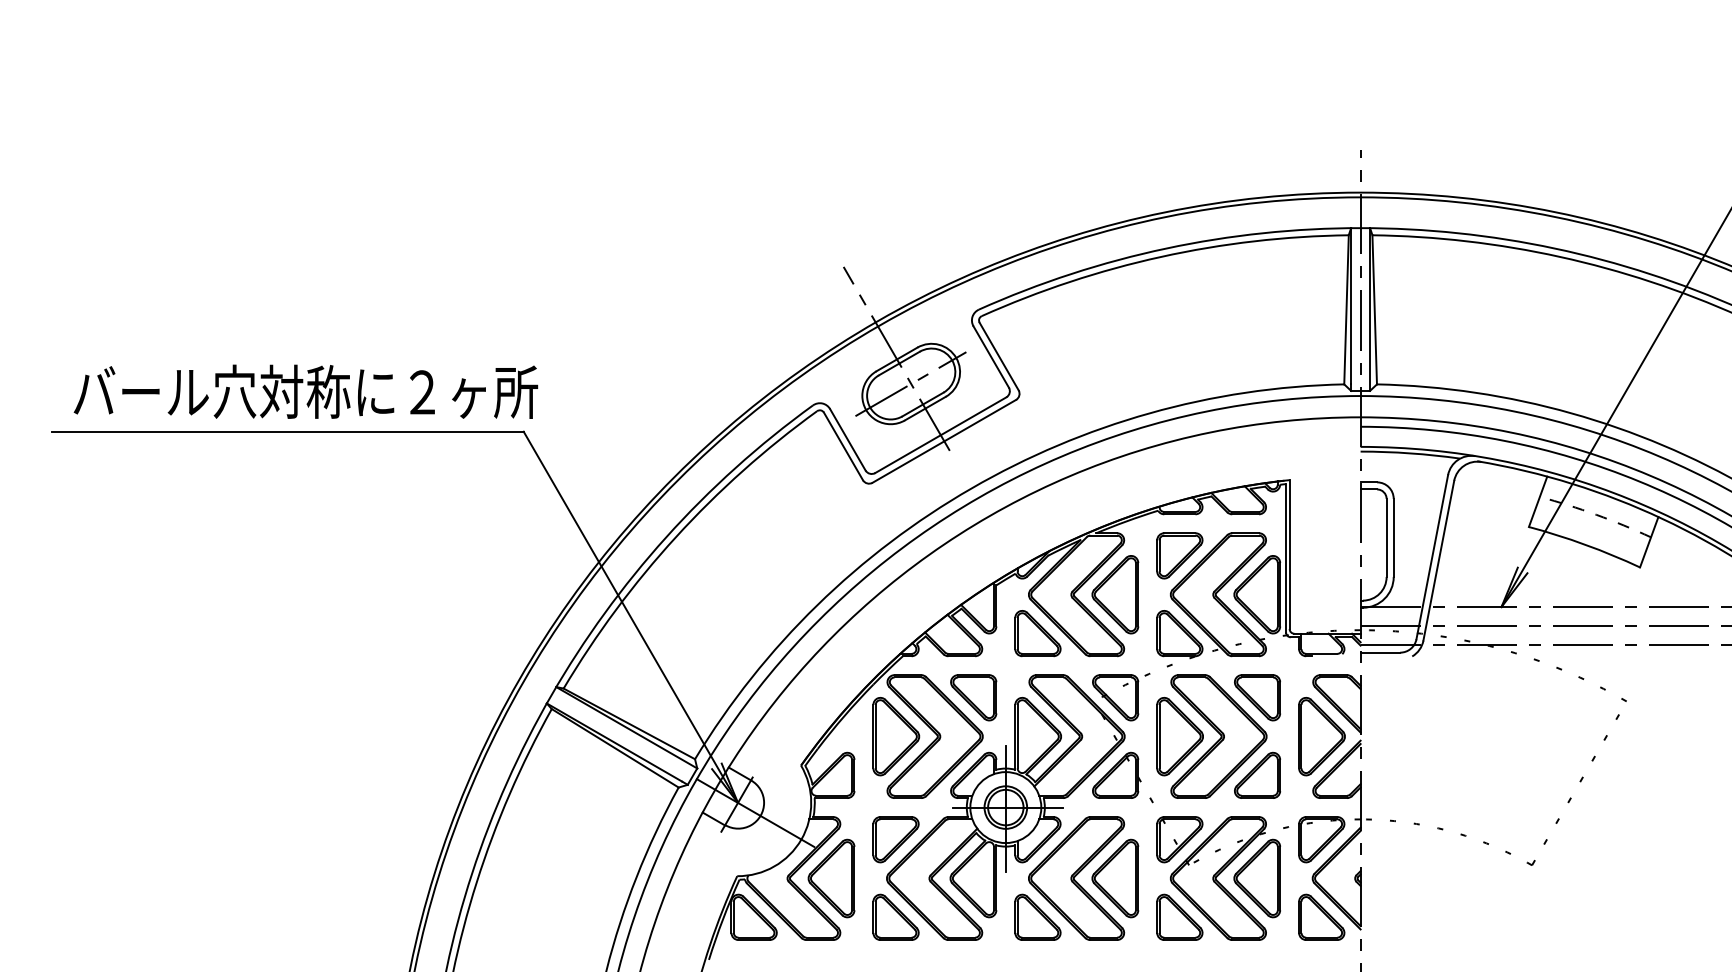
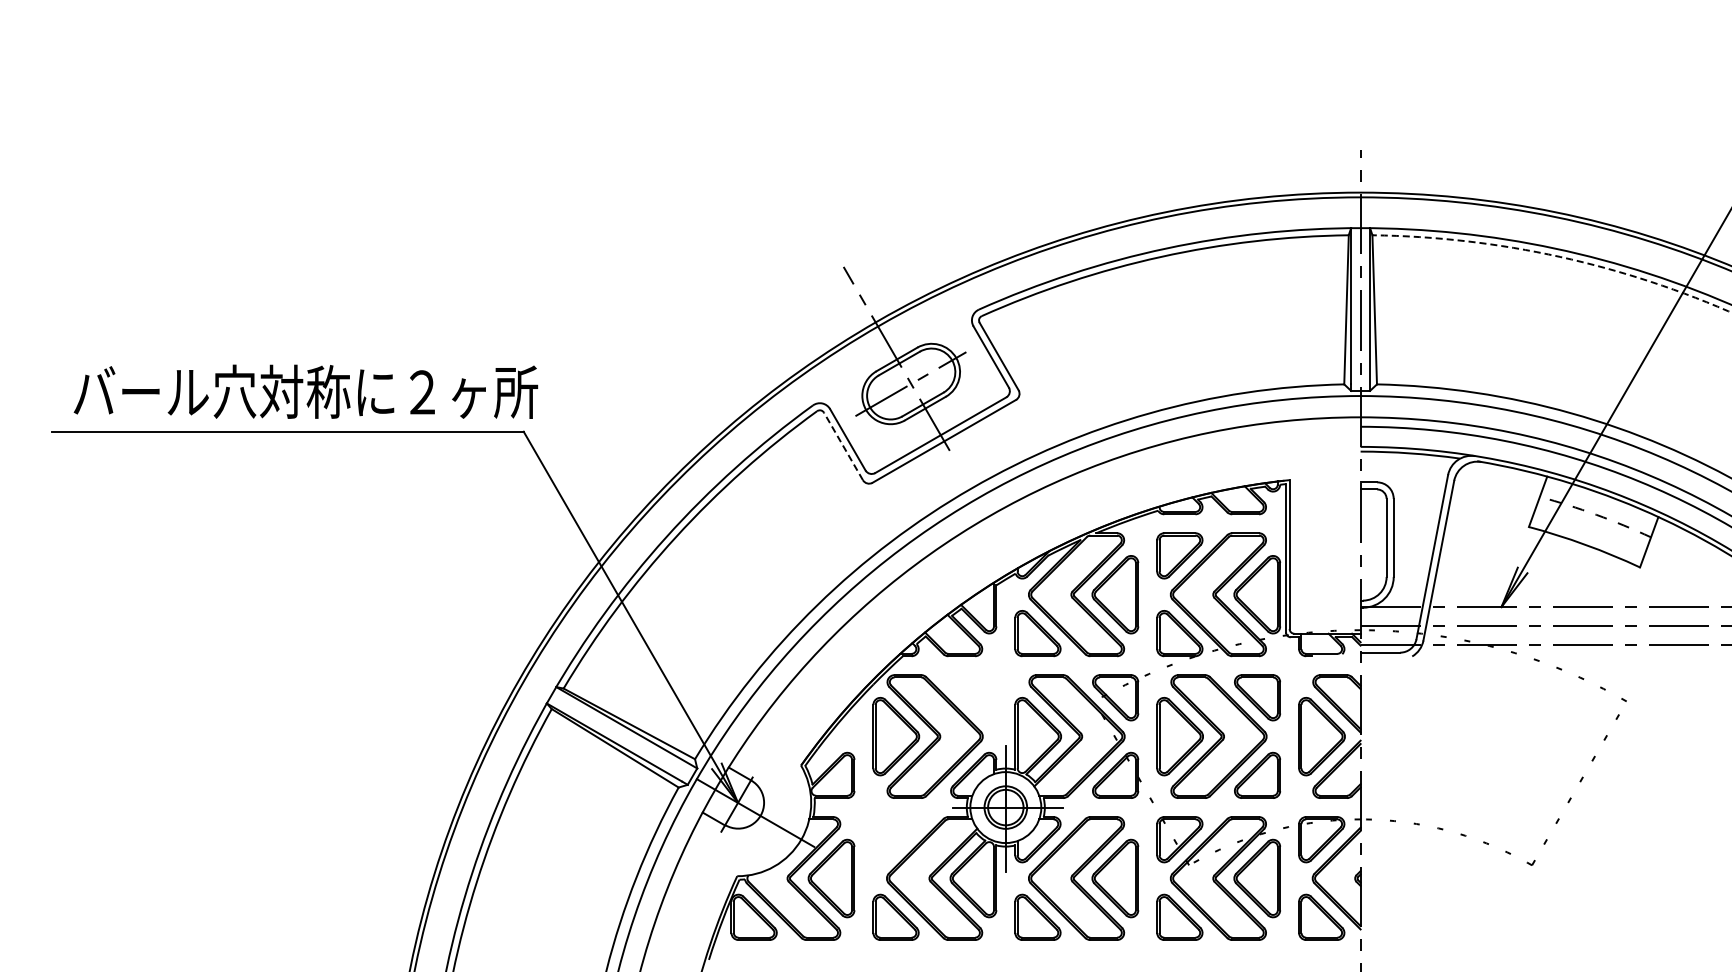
arc at (1556, 256): solid -> dashed
line at (843, 446): solid -> dashed
part at (973, 697): present -> none
part at (895, 839): present -> none
